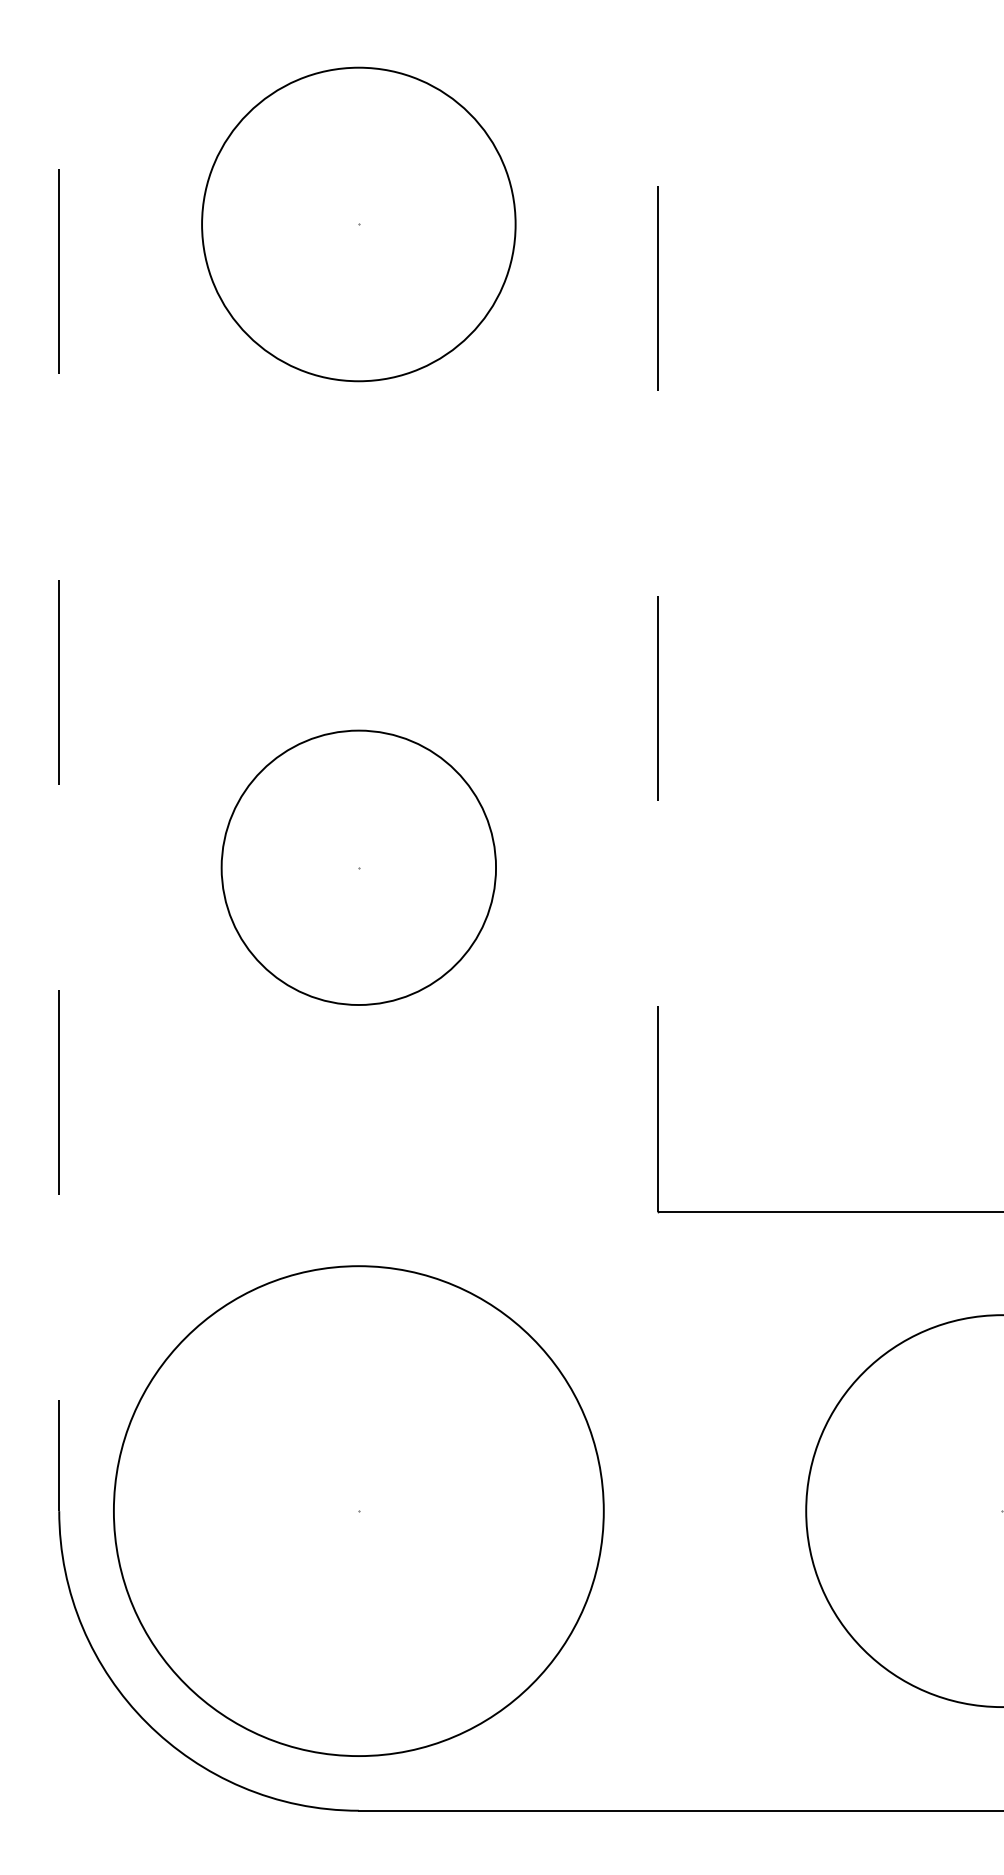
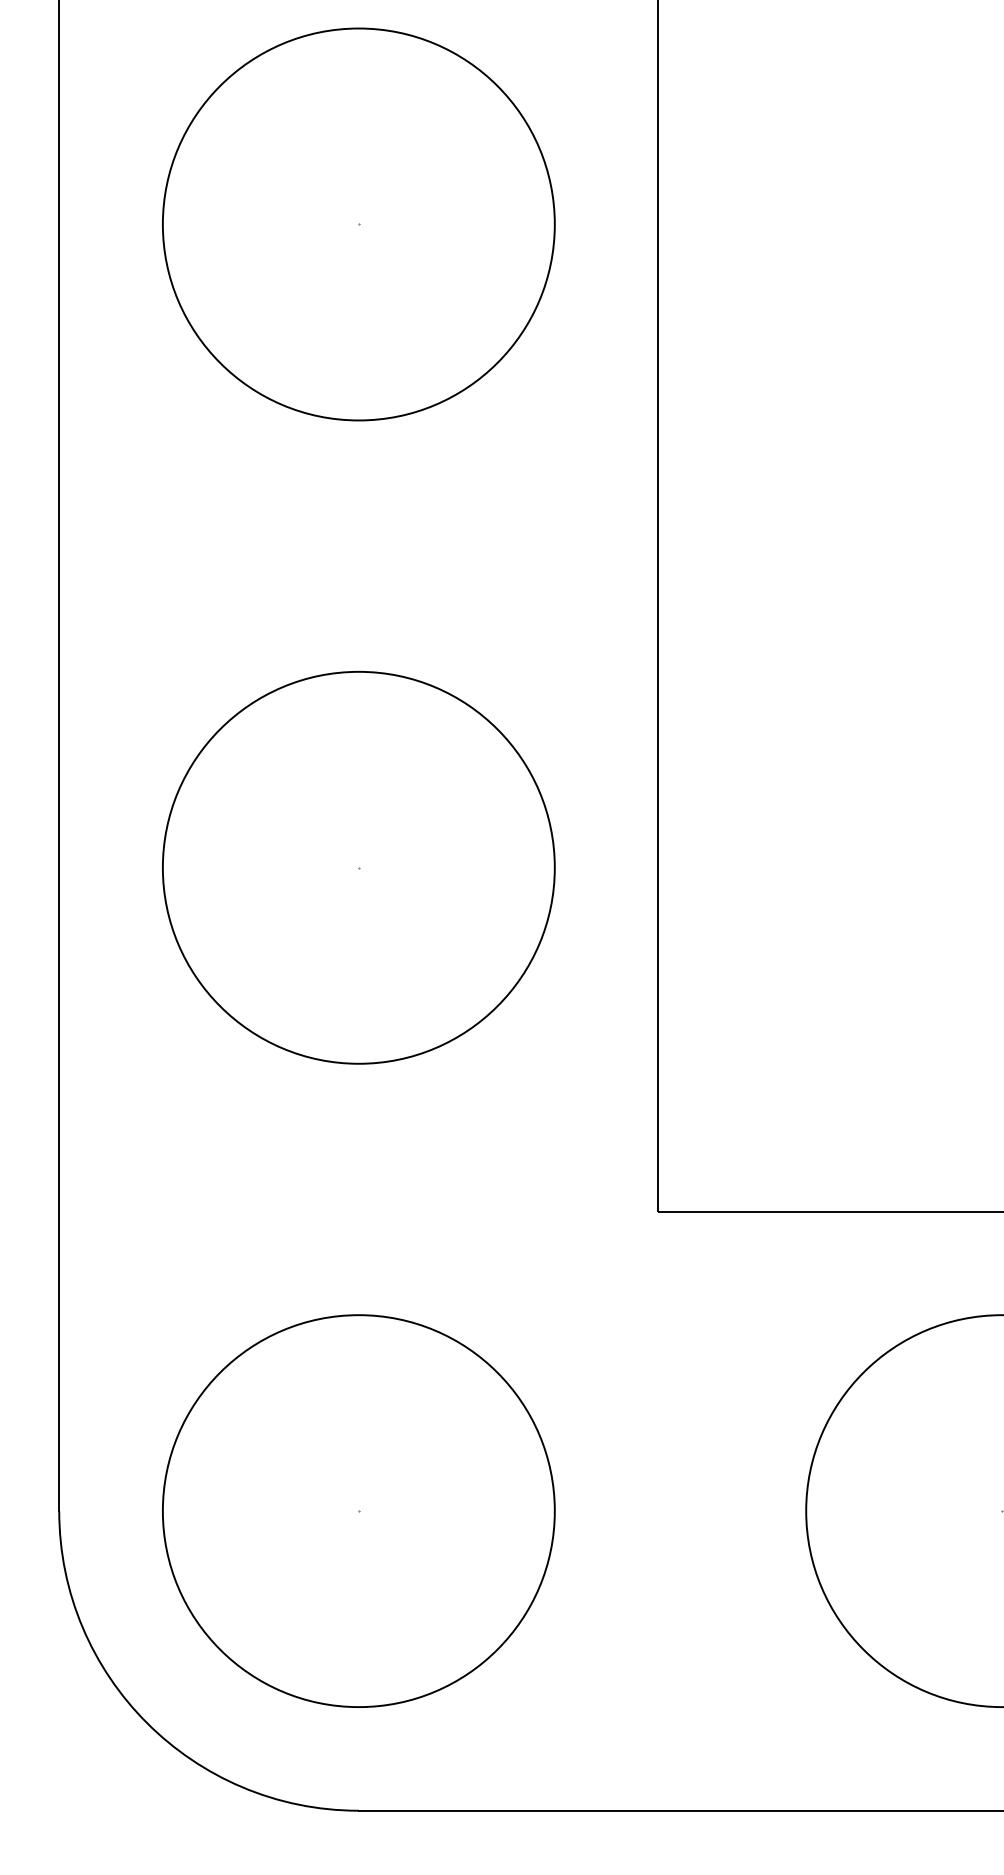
circle at (358, 224) diameter: 314 px -> 392 px
line at (658, 606): dashed -> solid
line at (59, 756): dashed -> solid
circle at (358, 867) diameter: 274 px -> 392 px
circle at (358, 1511) diameter: 490 px -> 392 px
